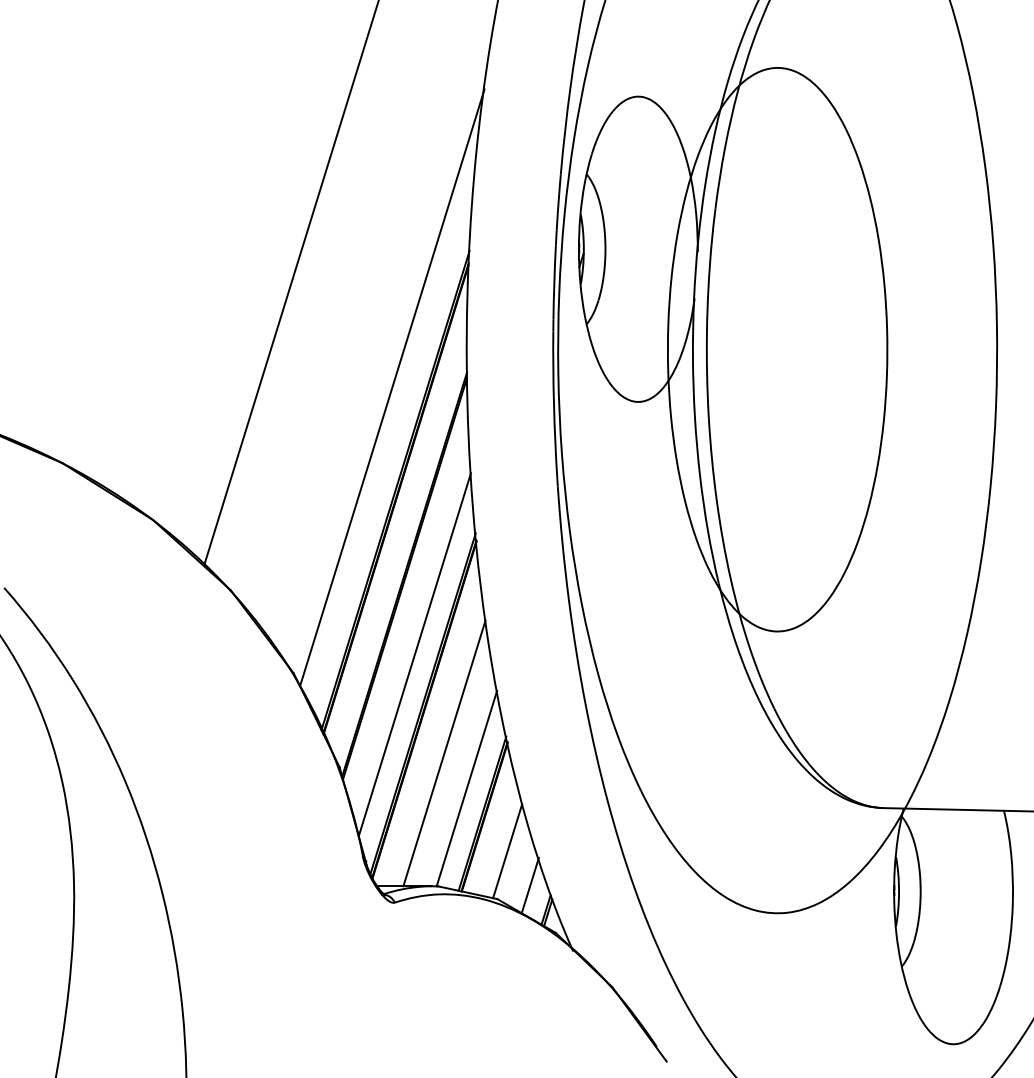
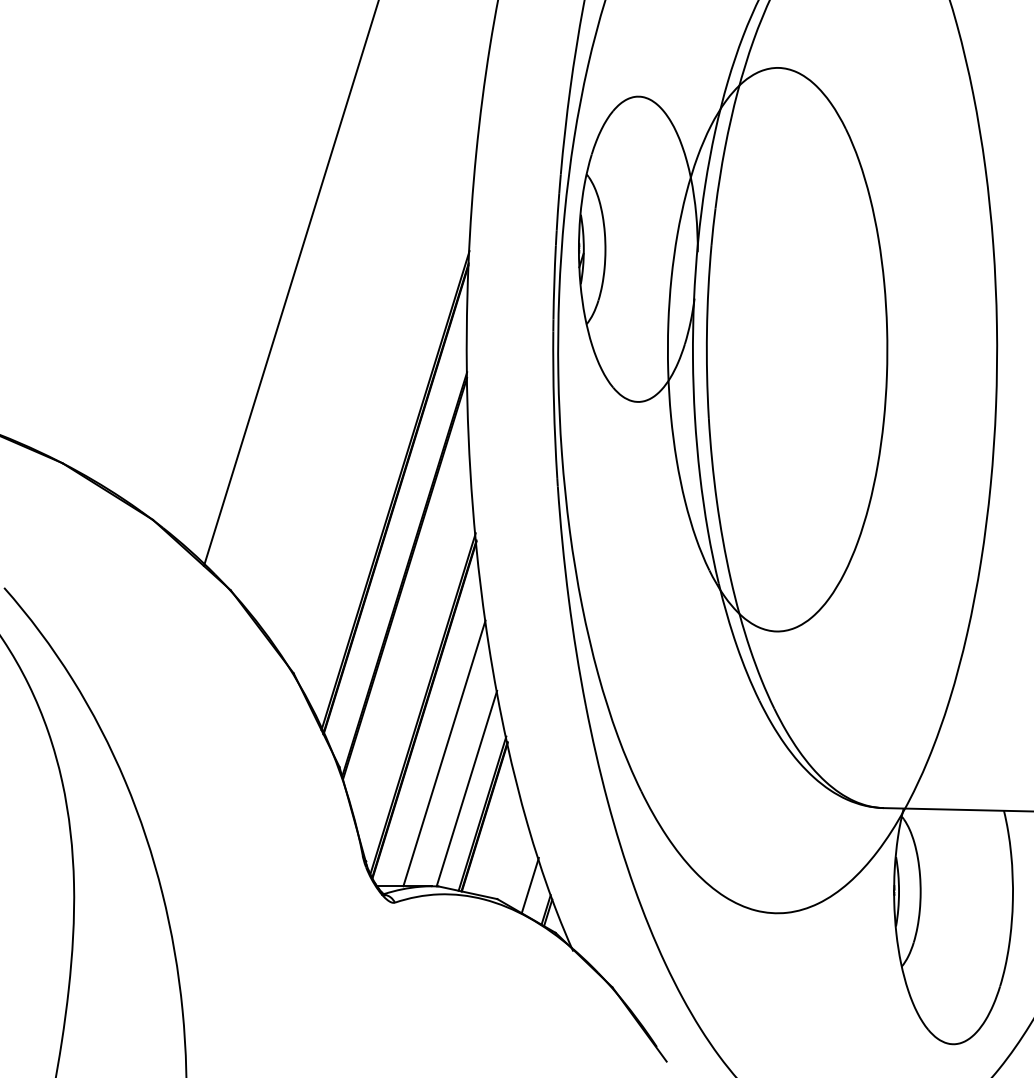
line at (392, 387): present -> none
line at (414, 654): present -> none
line at (507, 851): present -> none
